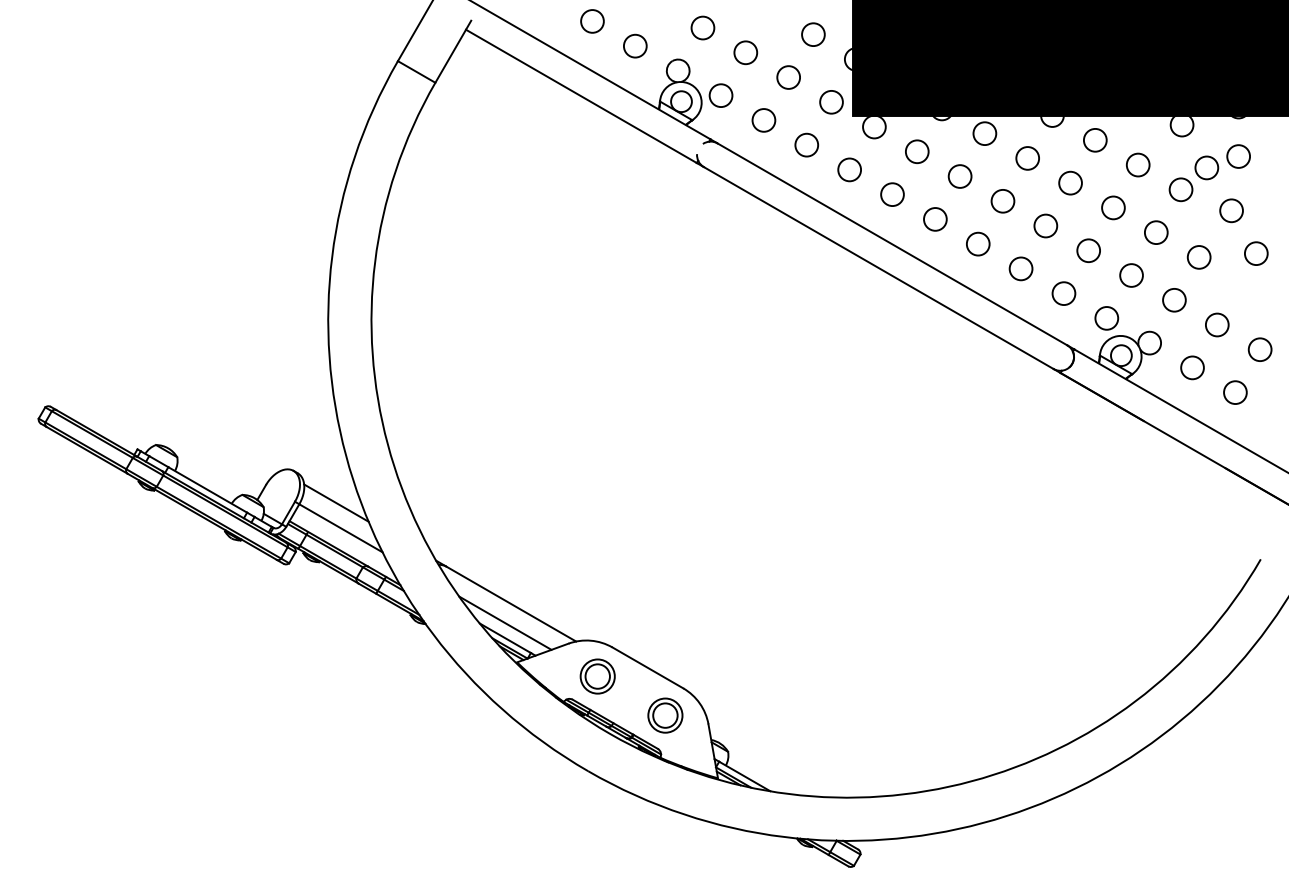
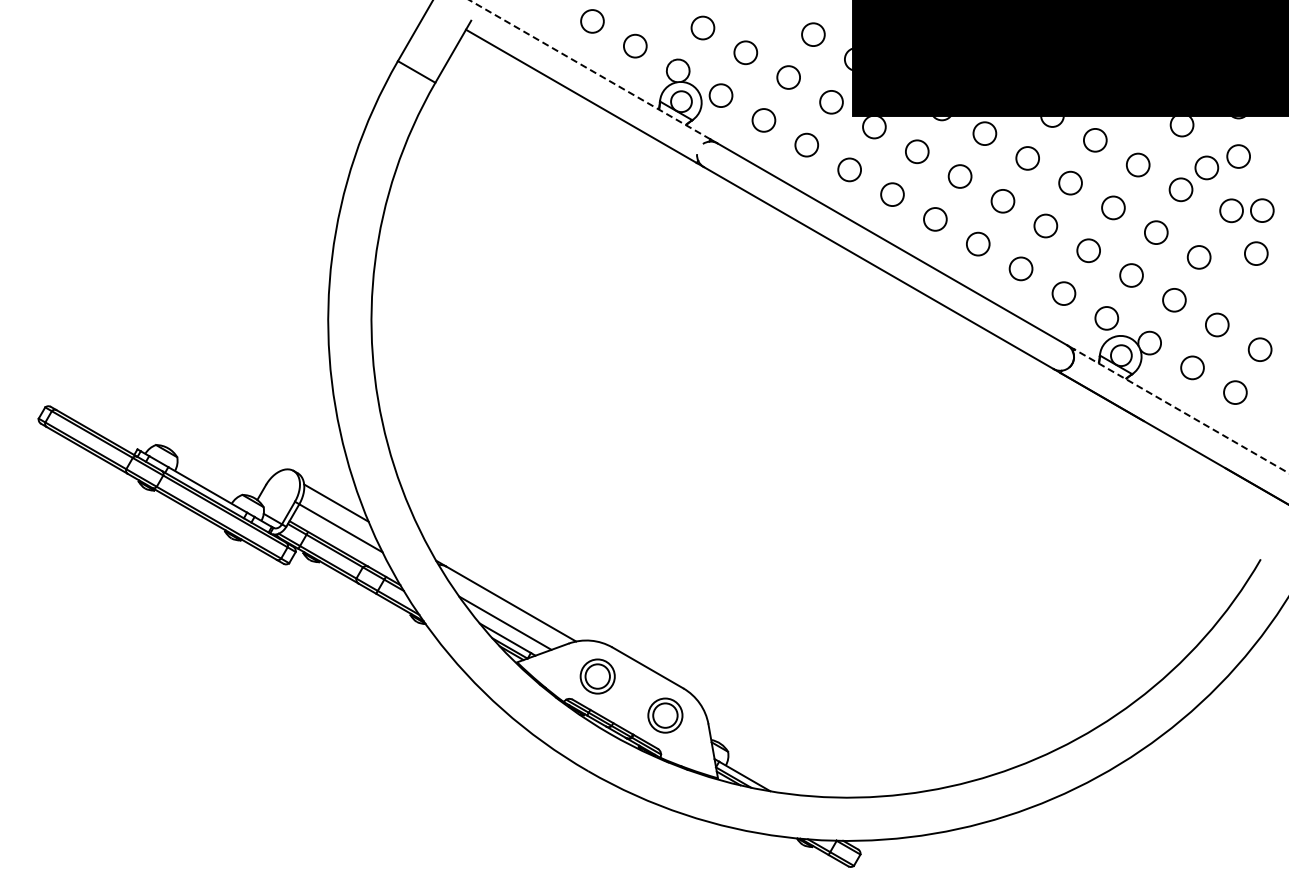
line at (590, 69): solid -> dashed
circle at (1262, 210): none -> present
line at (1180, 410): solid -> dashed
